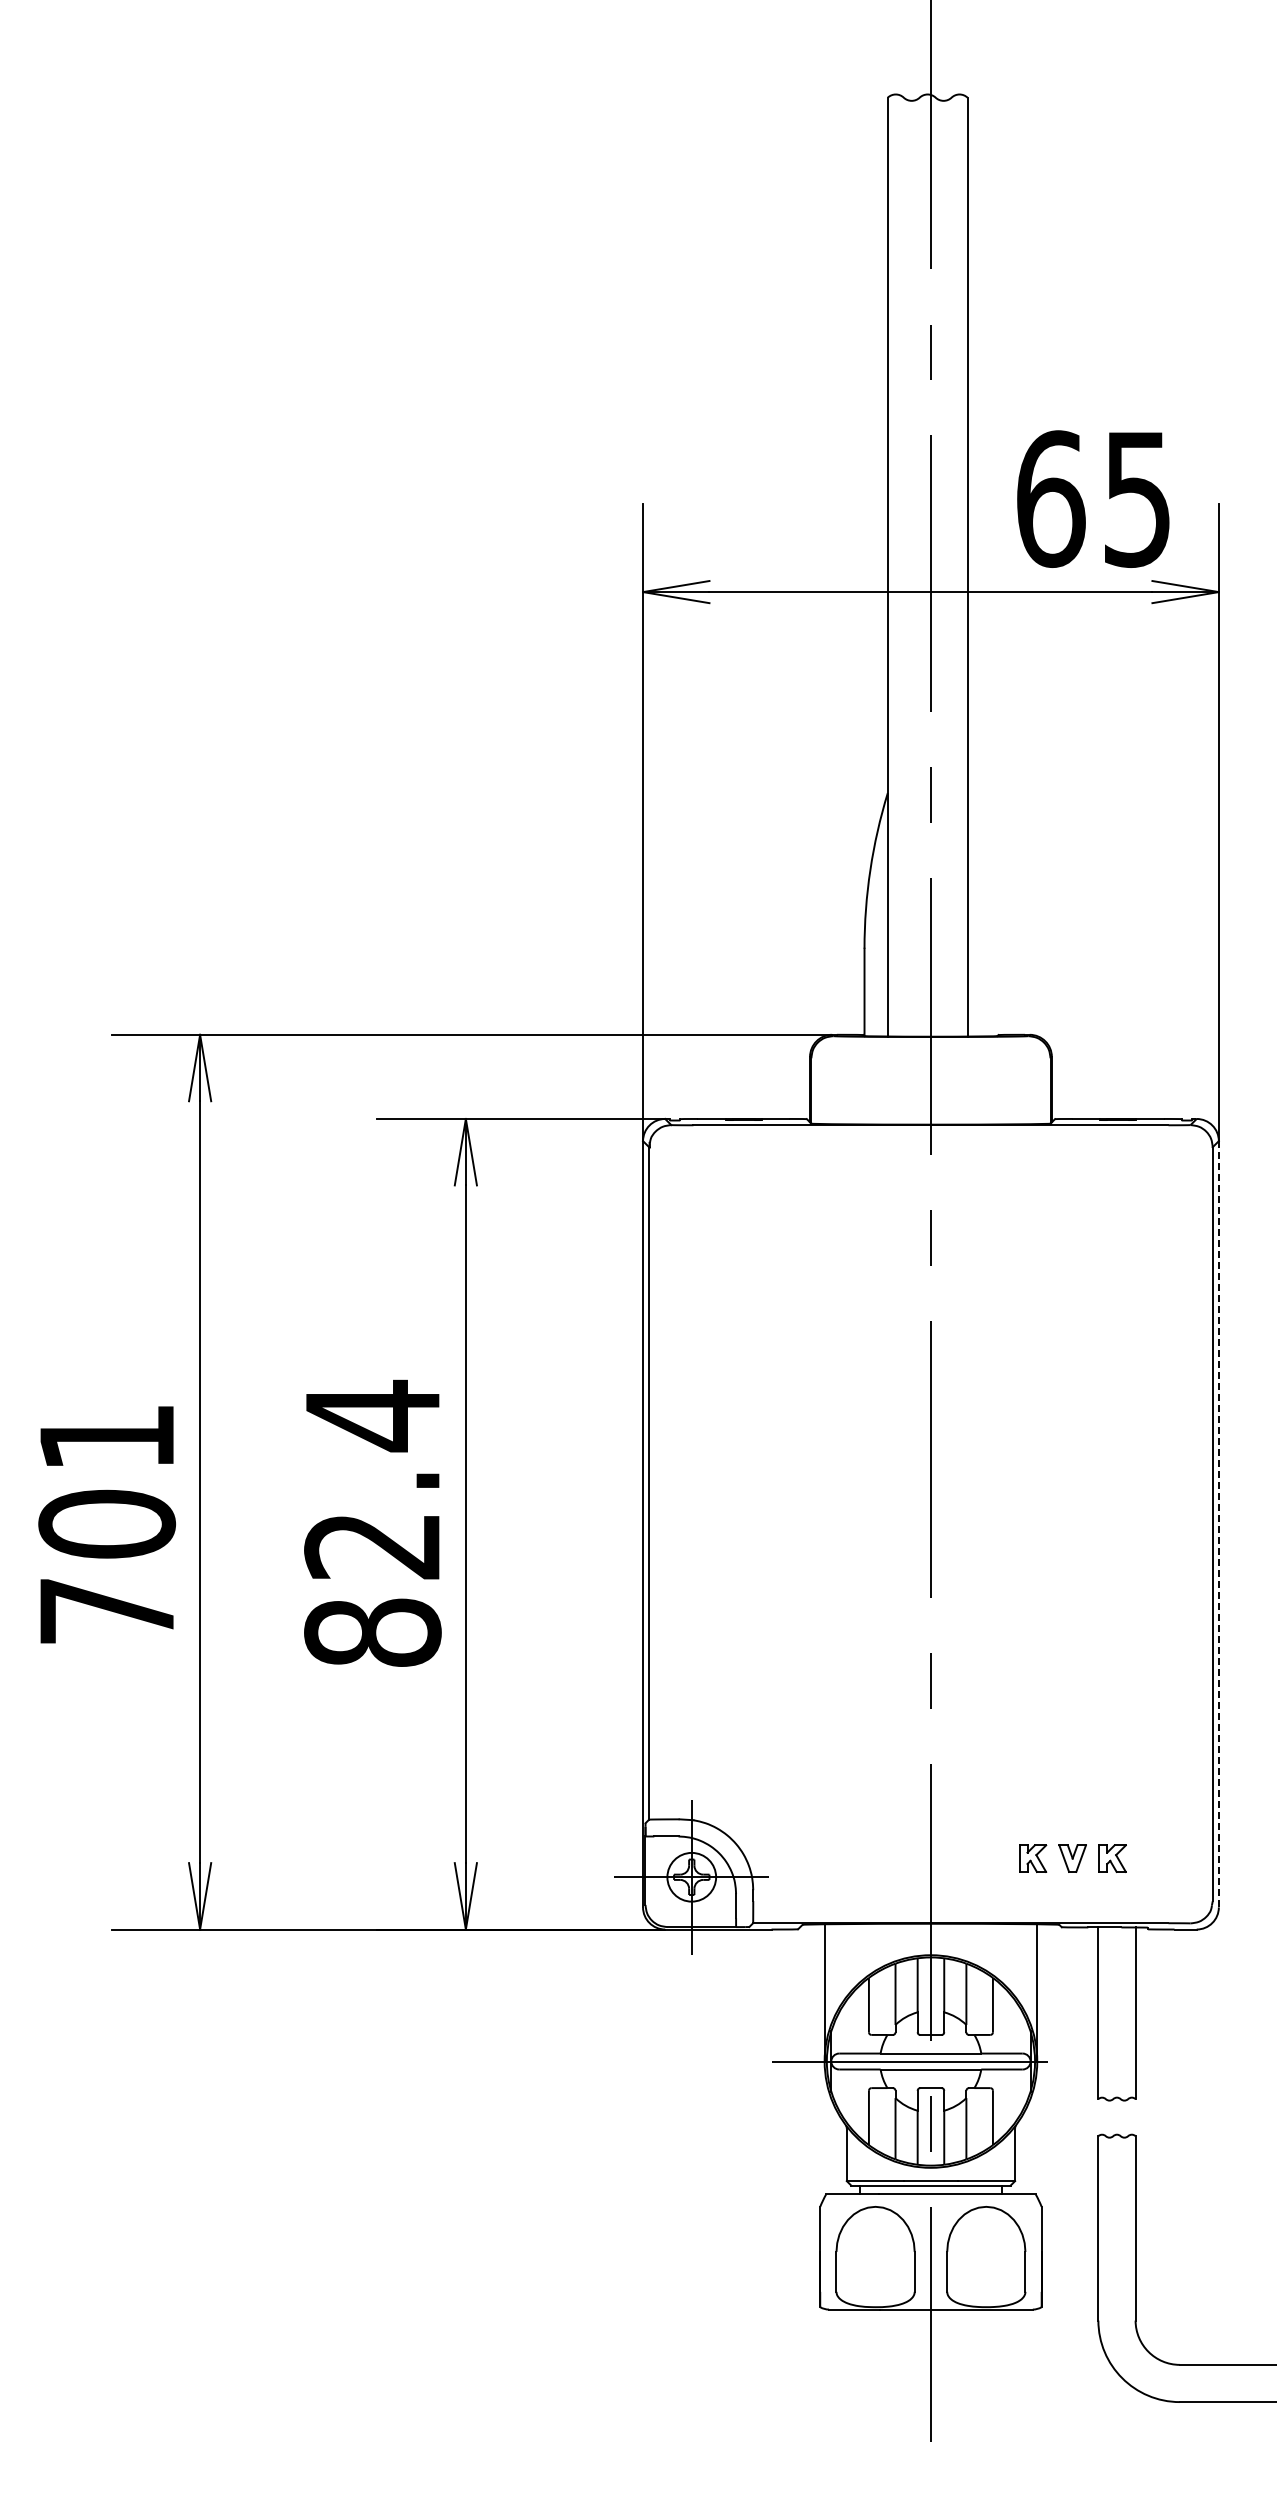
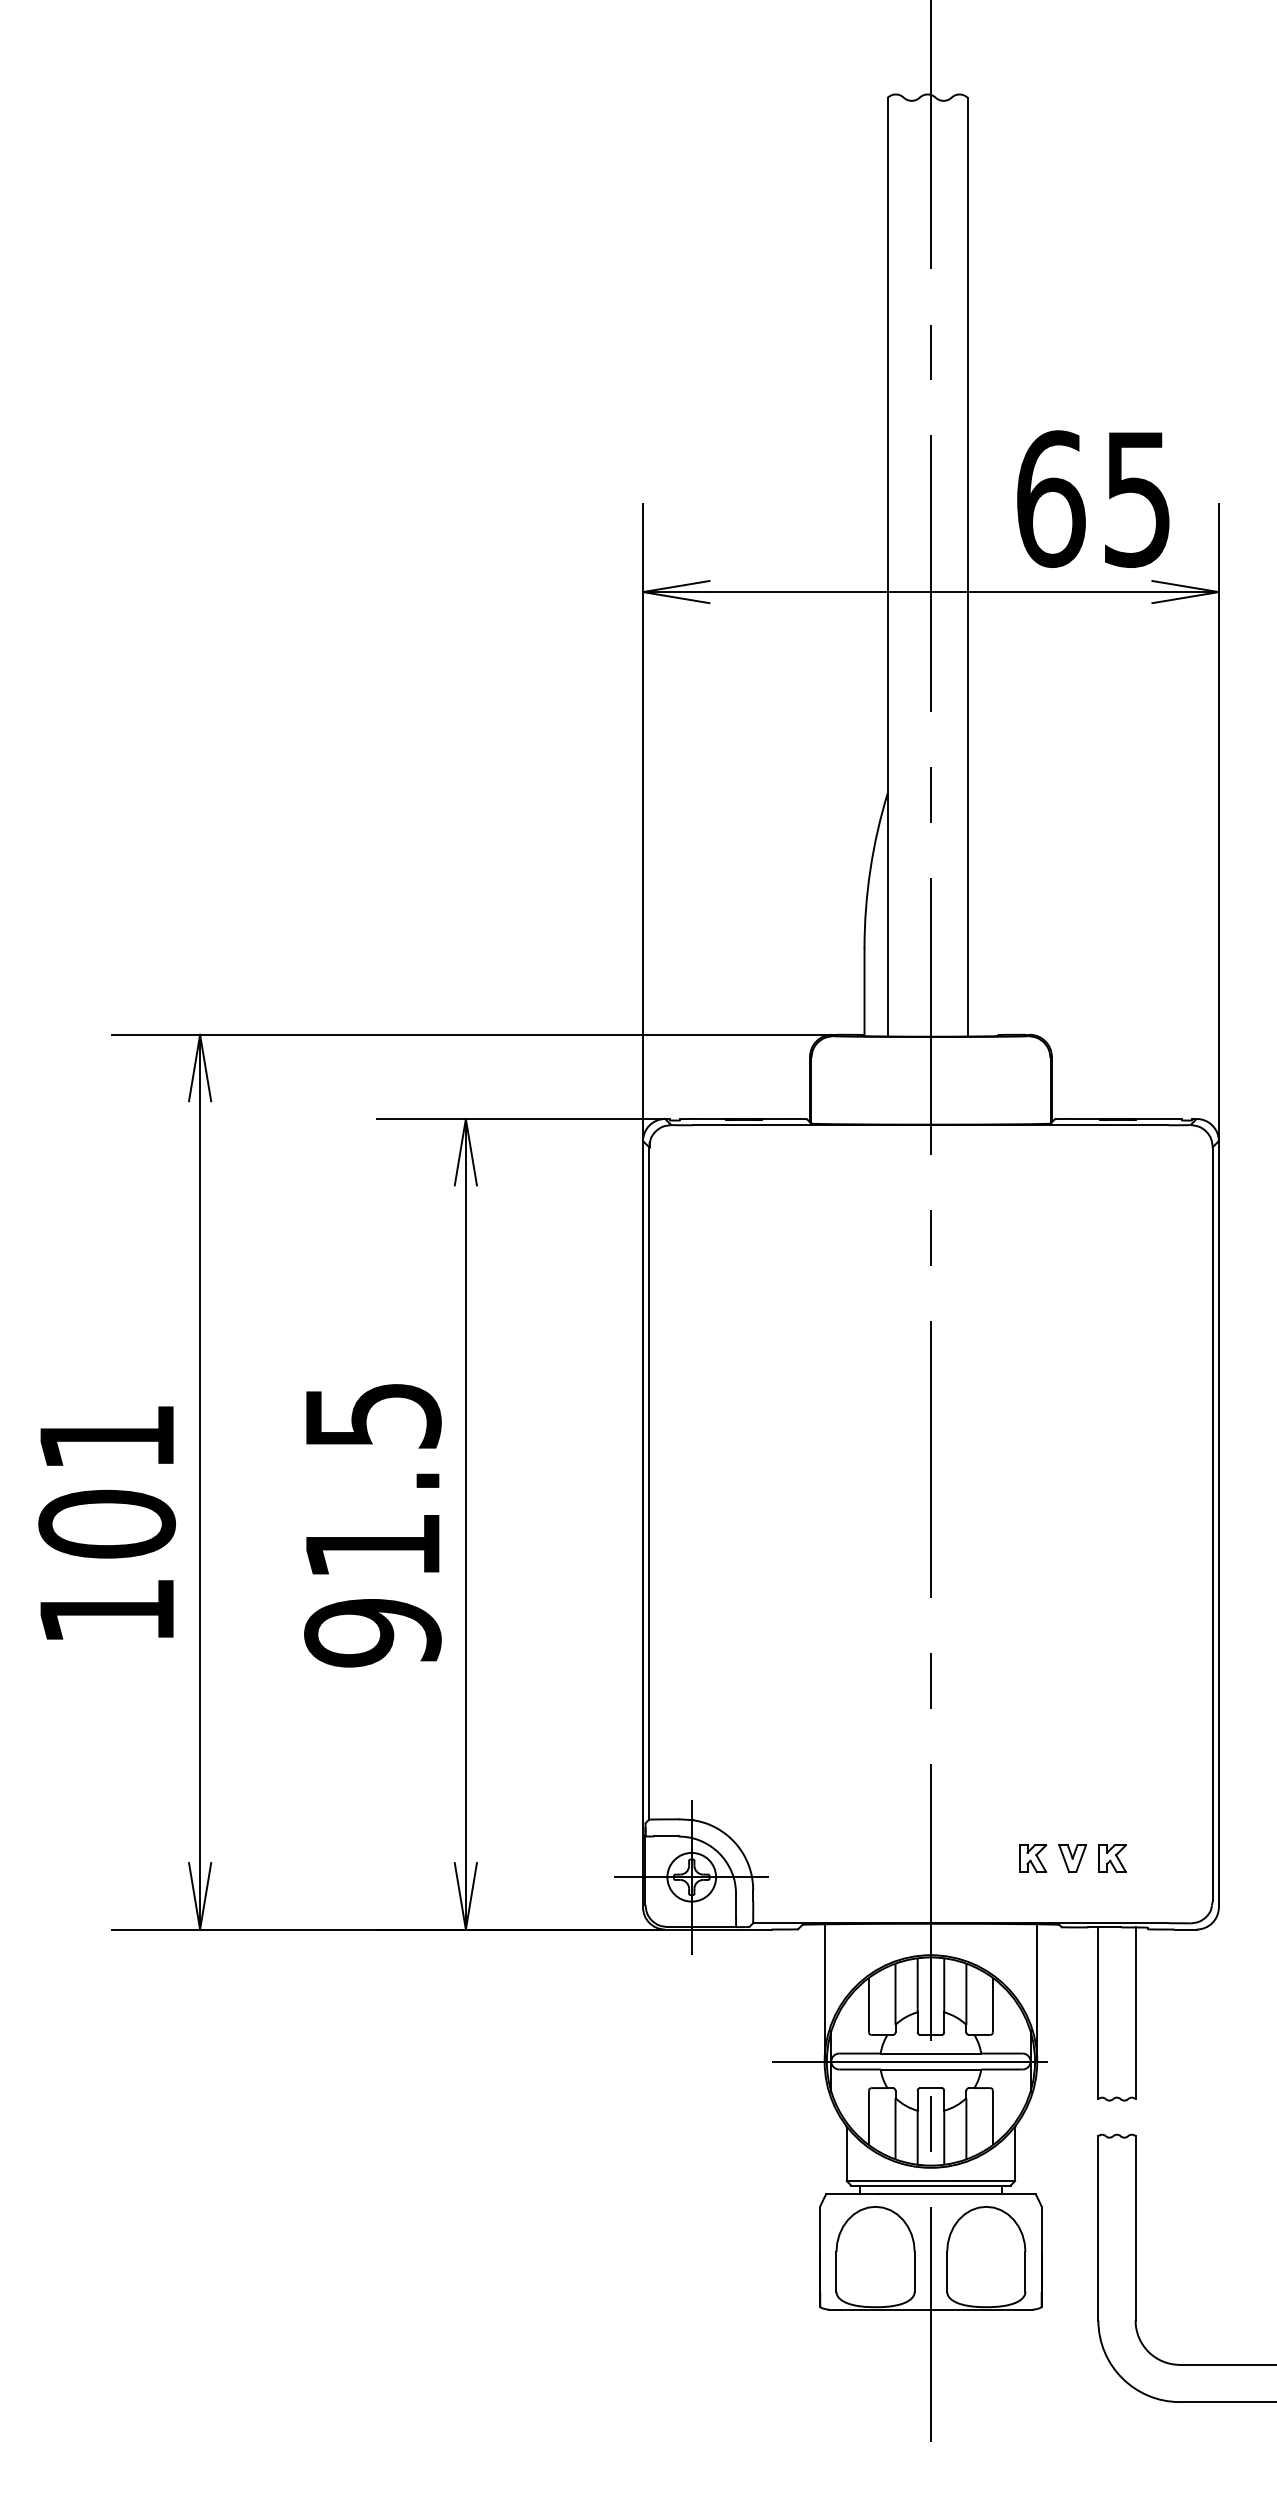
text at (372, 1523): 82.4 -> 91.5
line at (1218, 1523): dashed -> solid
text at (106, 1611): 701 -> 101
